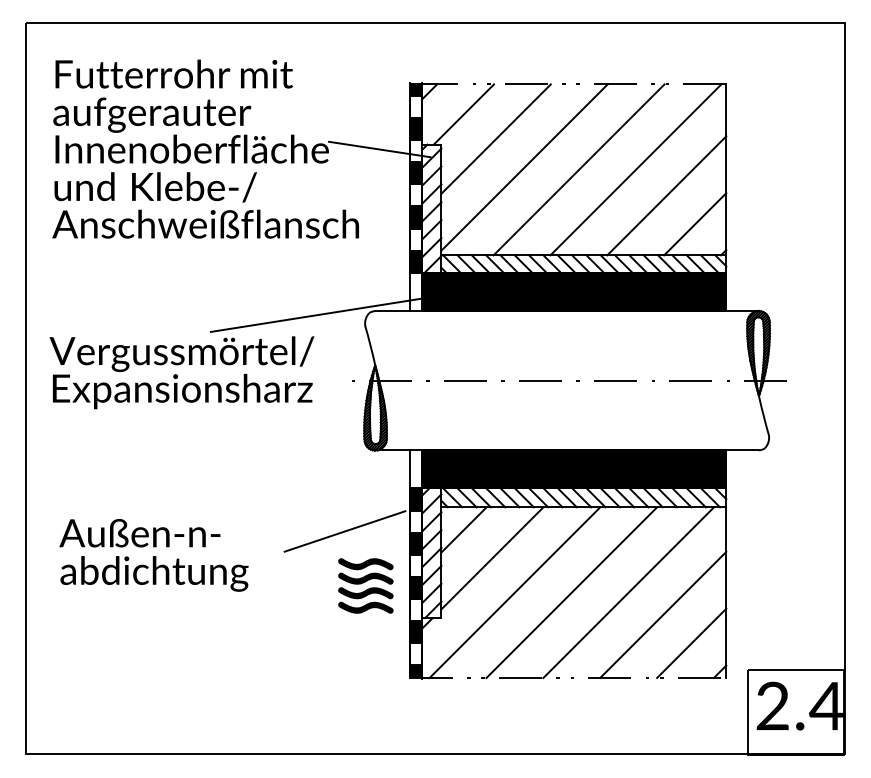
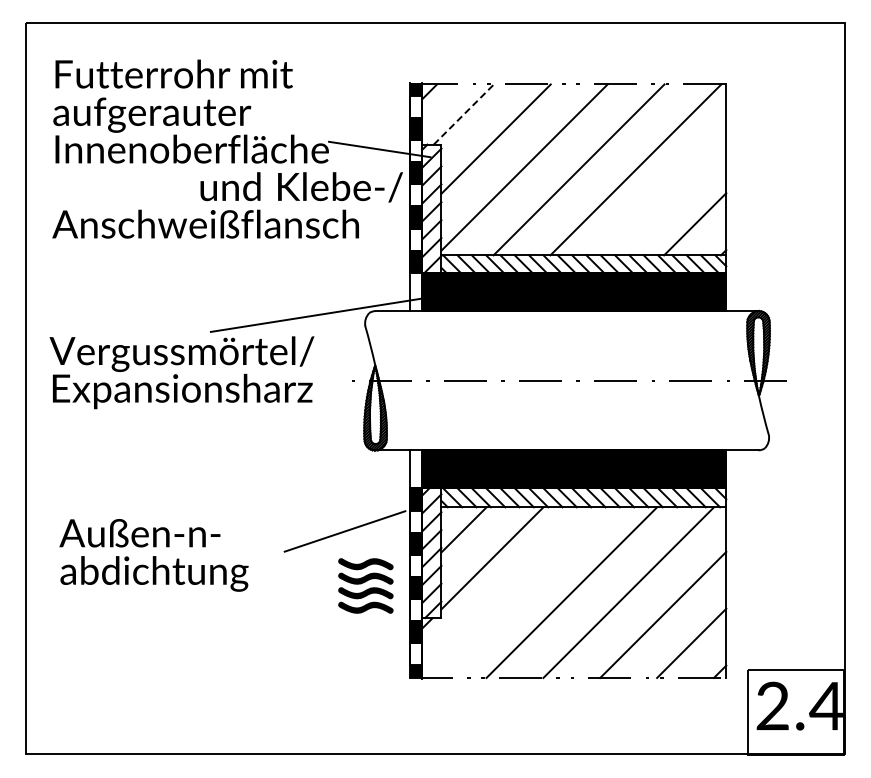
line at (463, 114): solid -> dashed
text at (155, 187) position: (155, 187) -> (301, 187)
line at (666, 195): present -> none
line at (514, 592): present -> none
